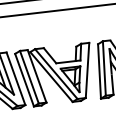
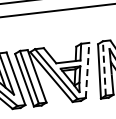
line at (104, 67): solid -> dashed
line at (87, 70): solid -> dashed
